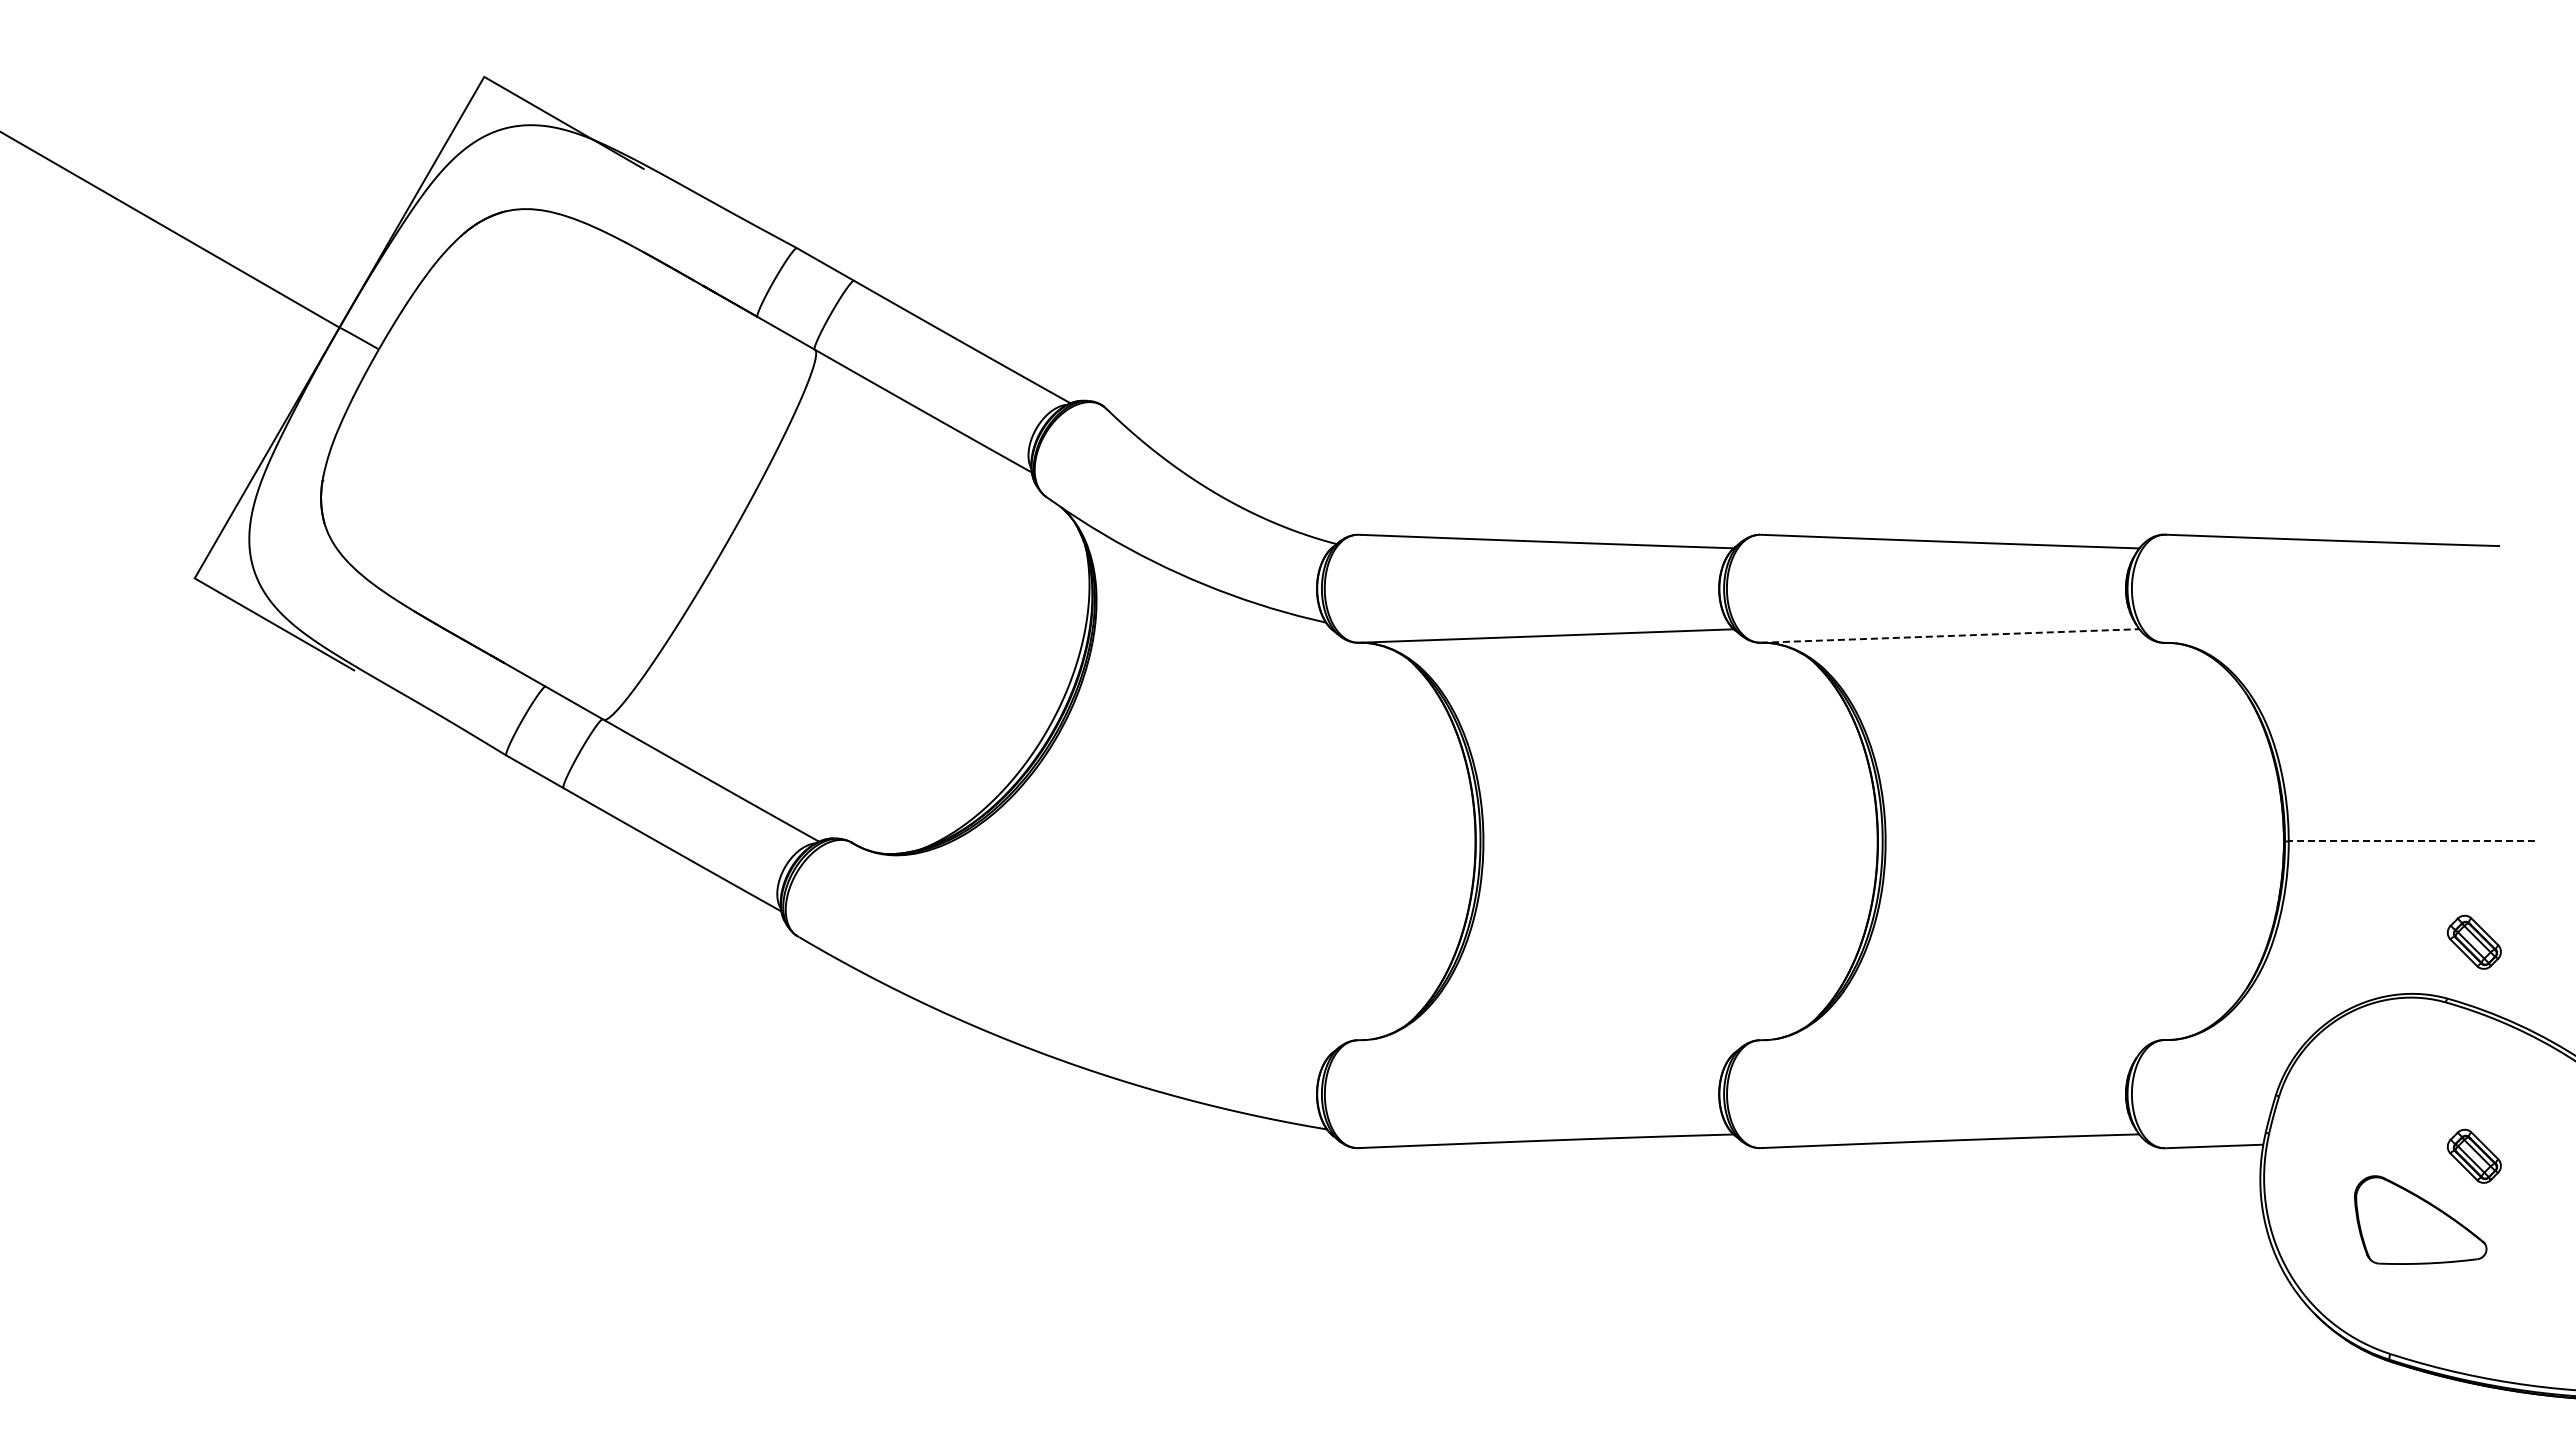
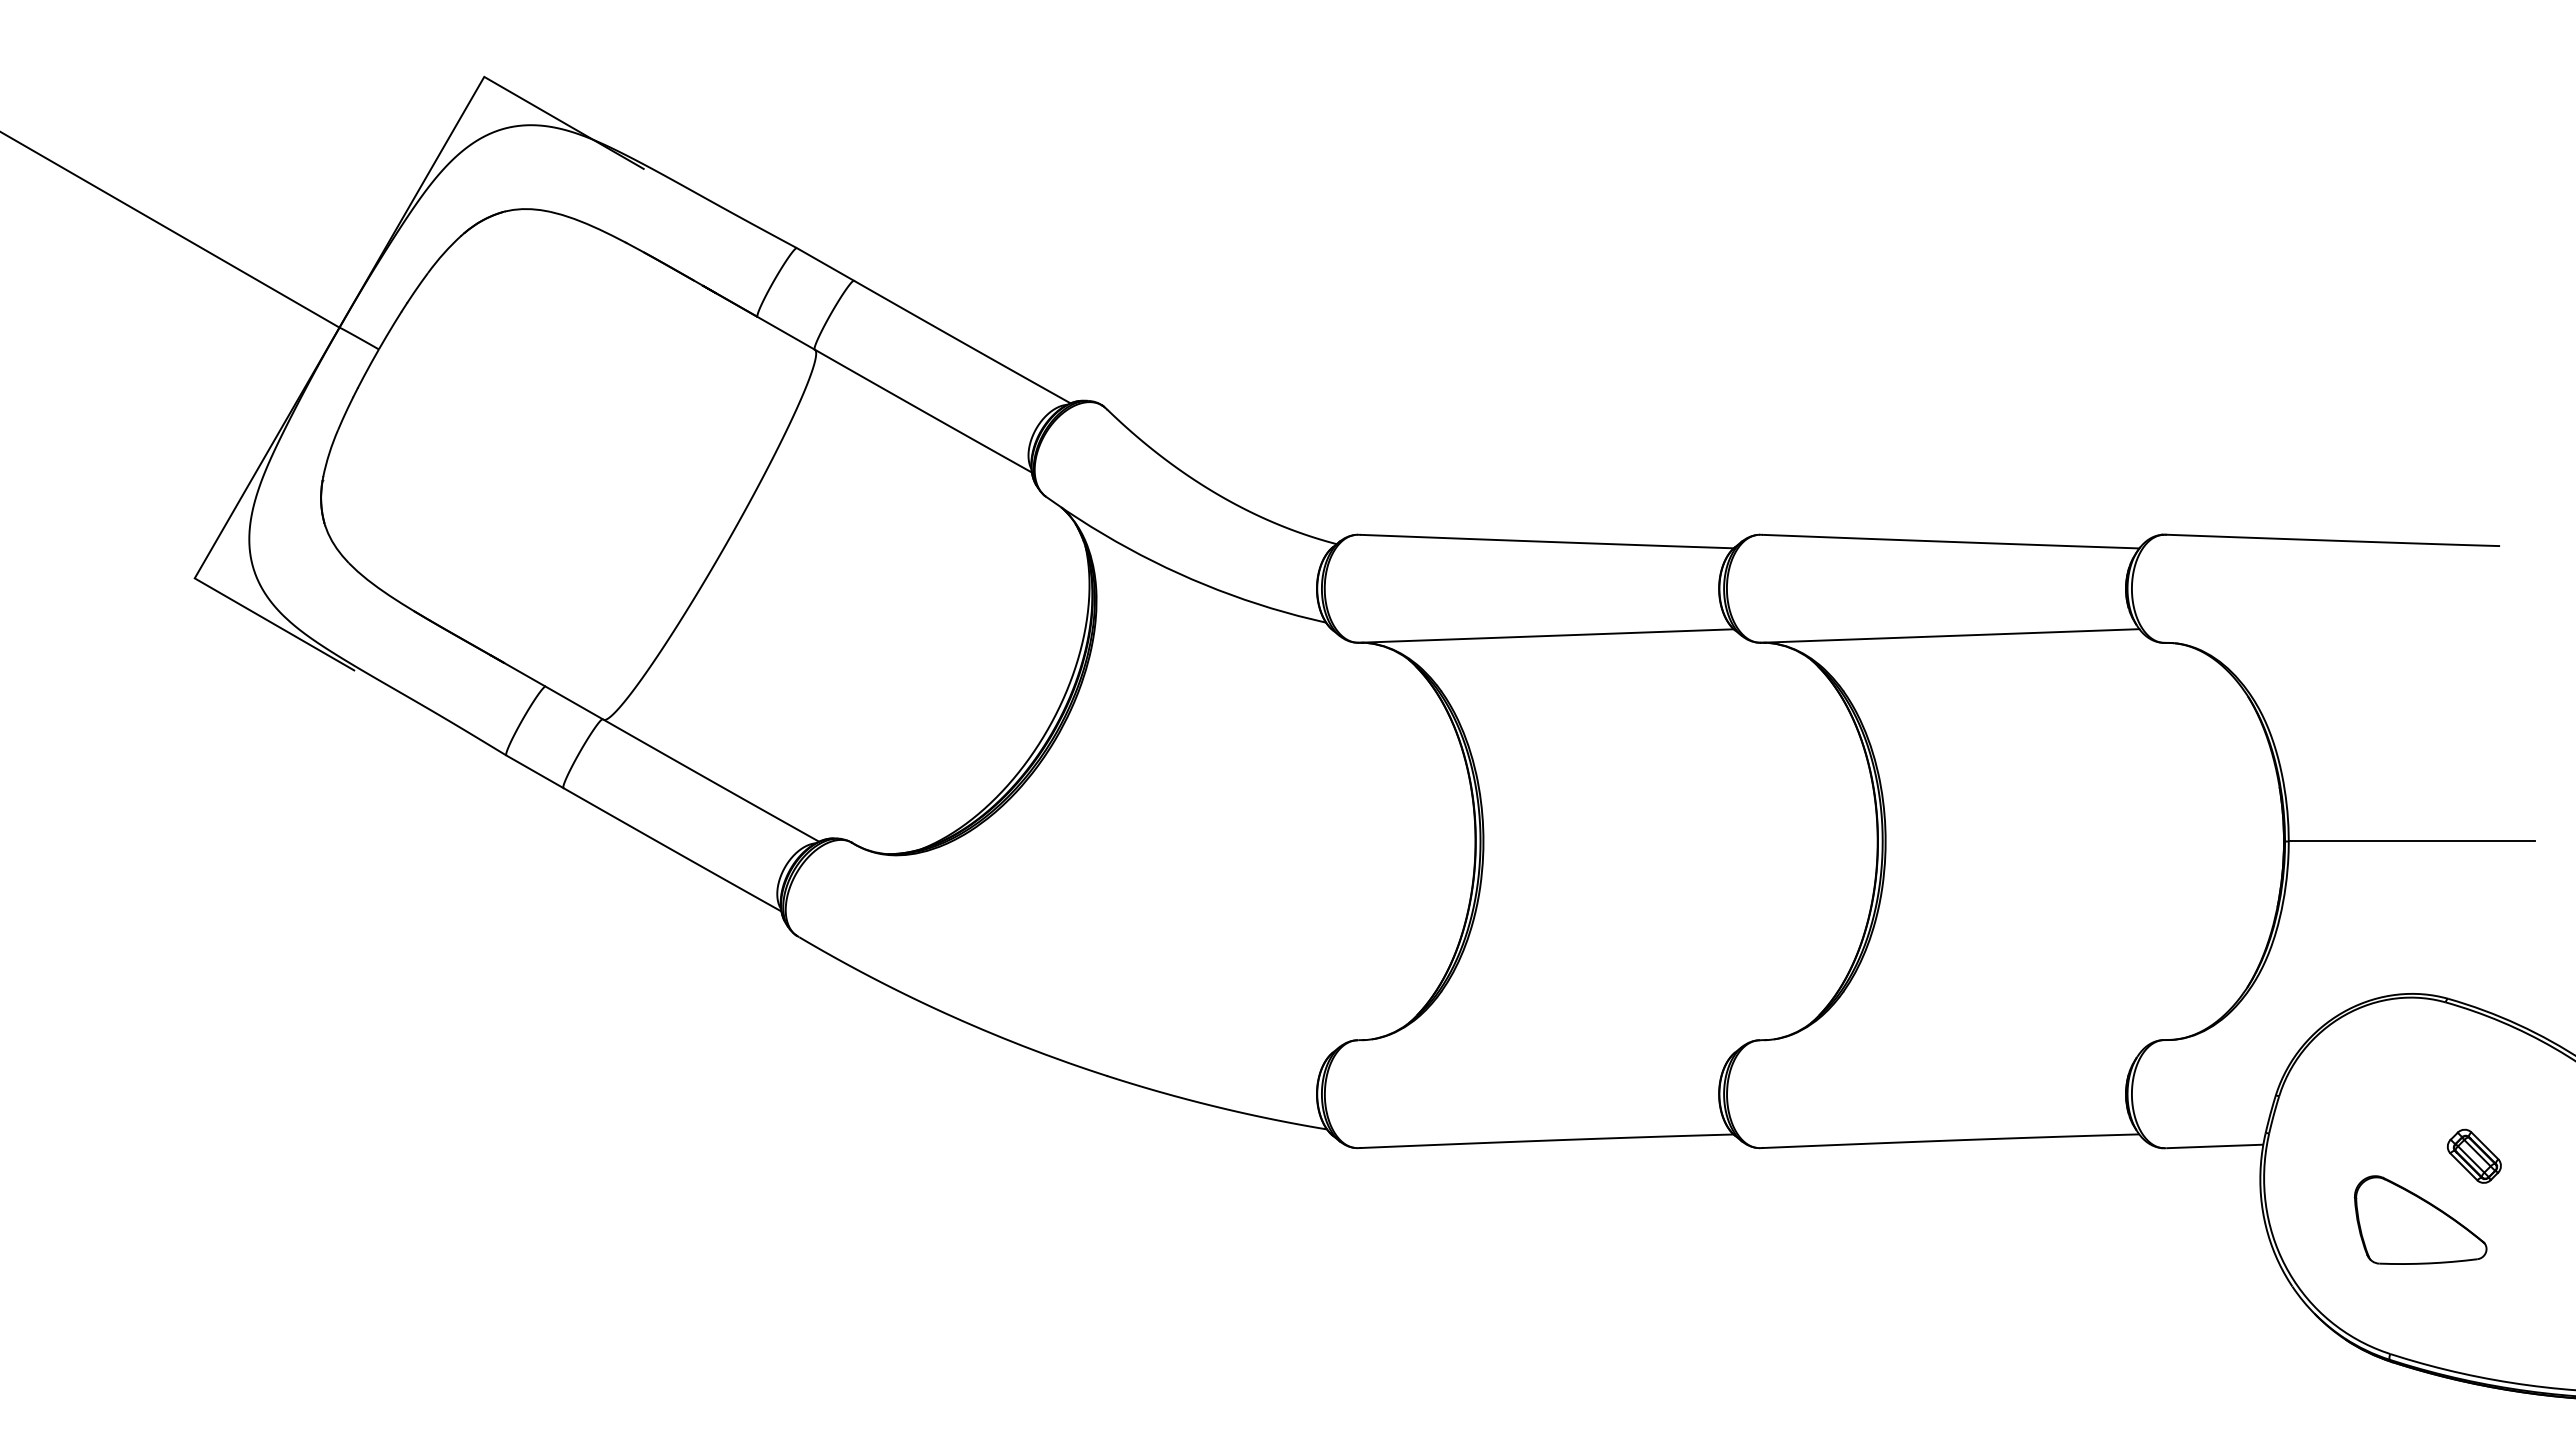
line at (1950, 635): dashed -> solid
line at (2411, 841): dashed -> solid
part at (2474, 941): present -> none
